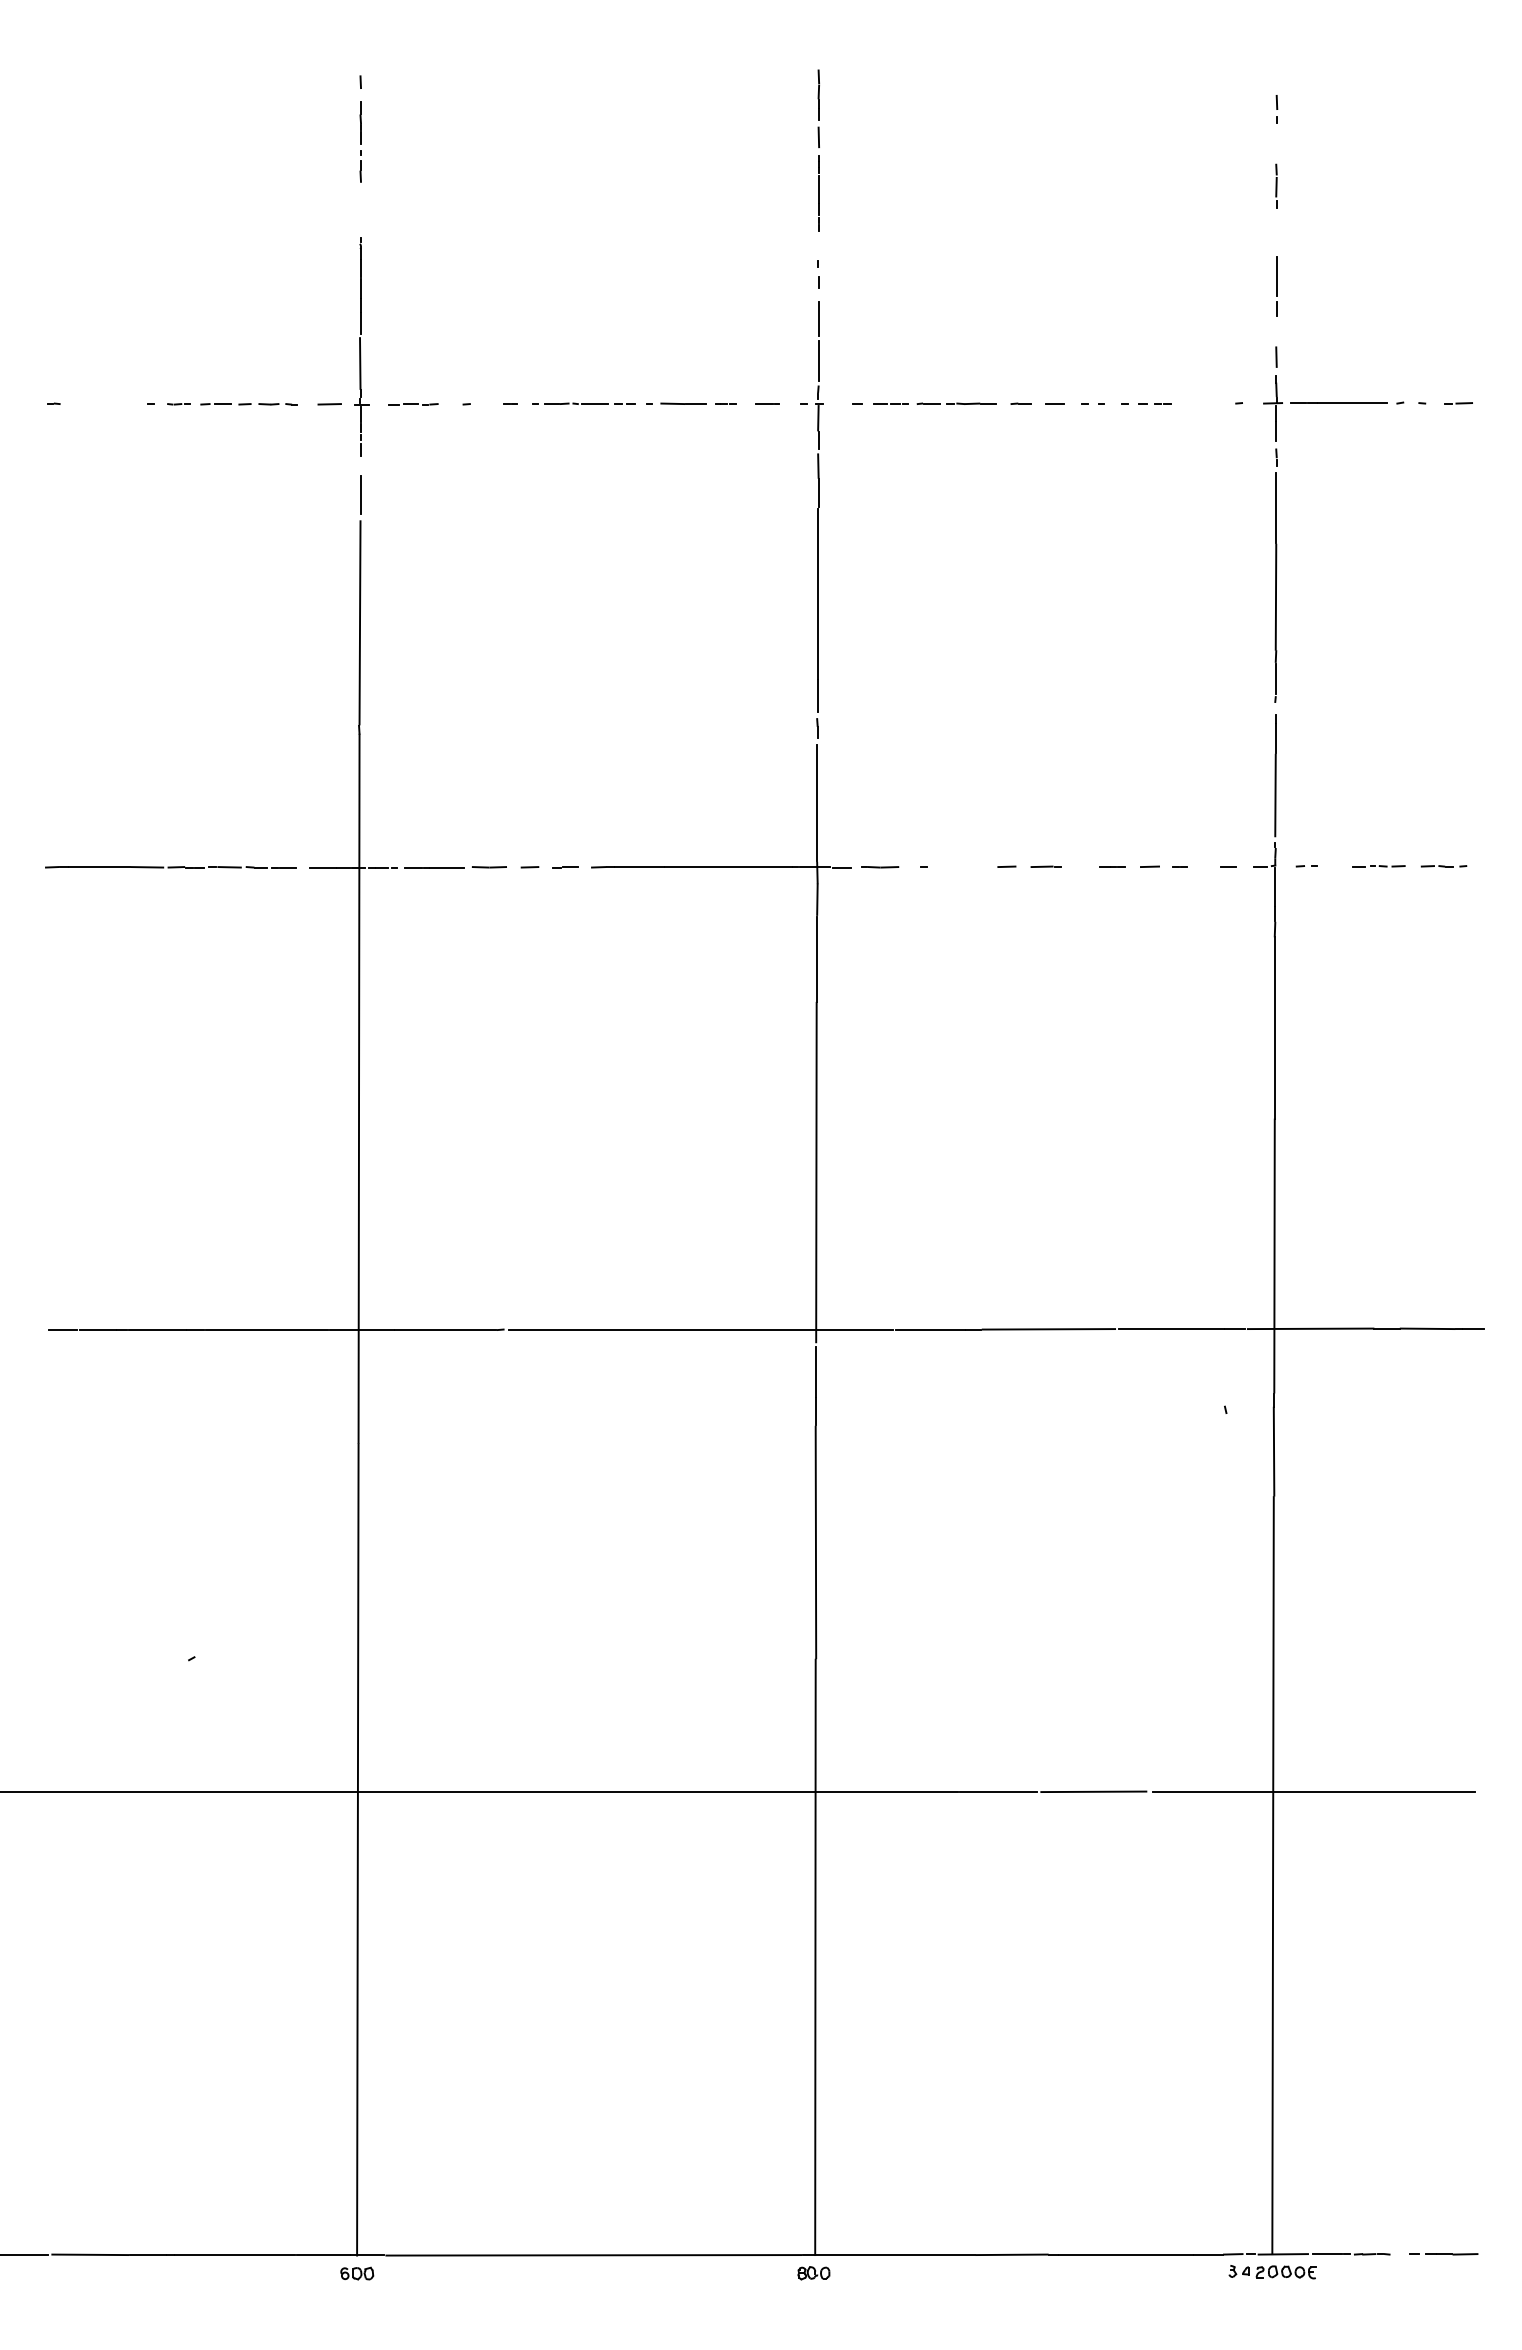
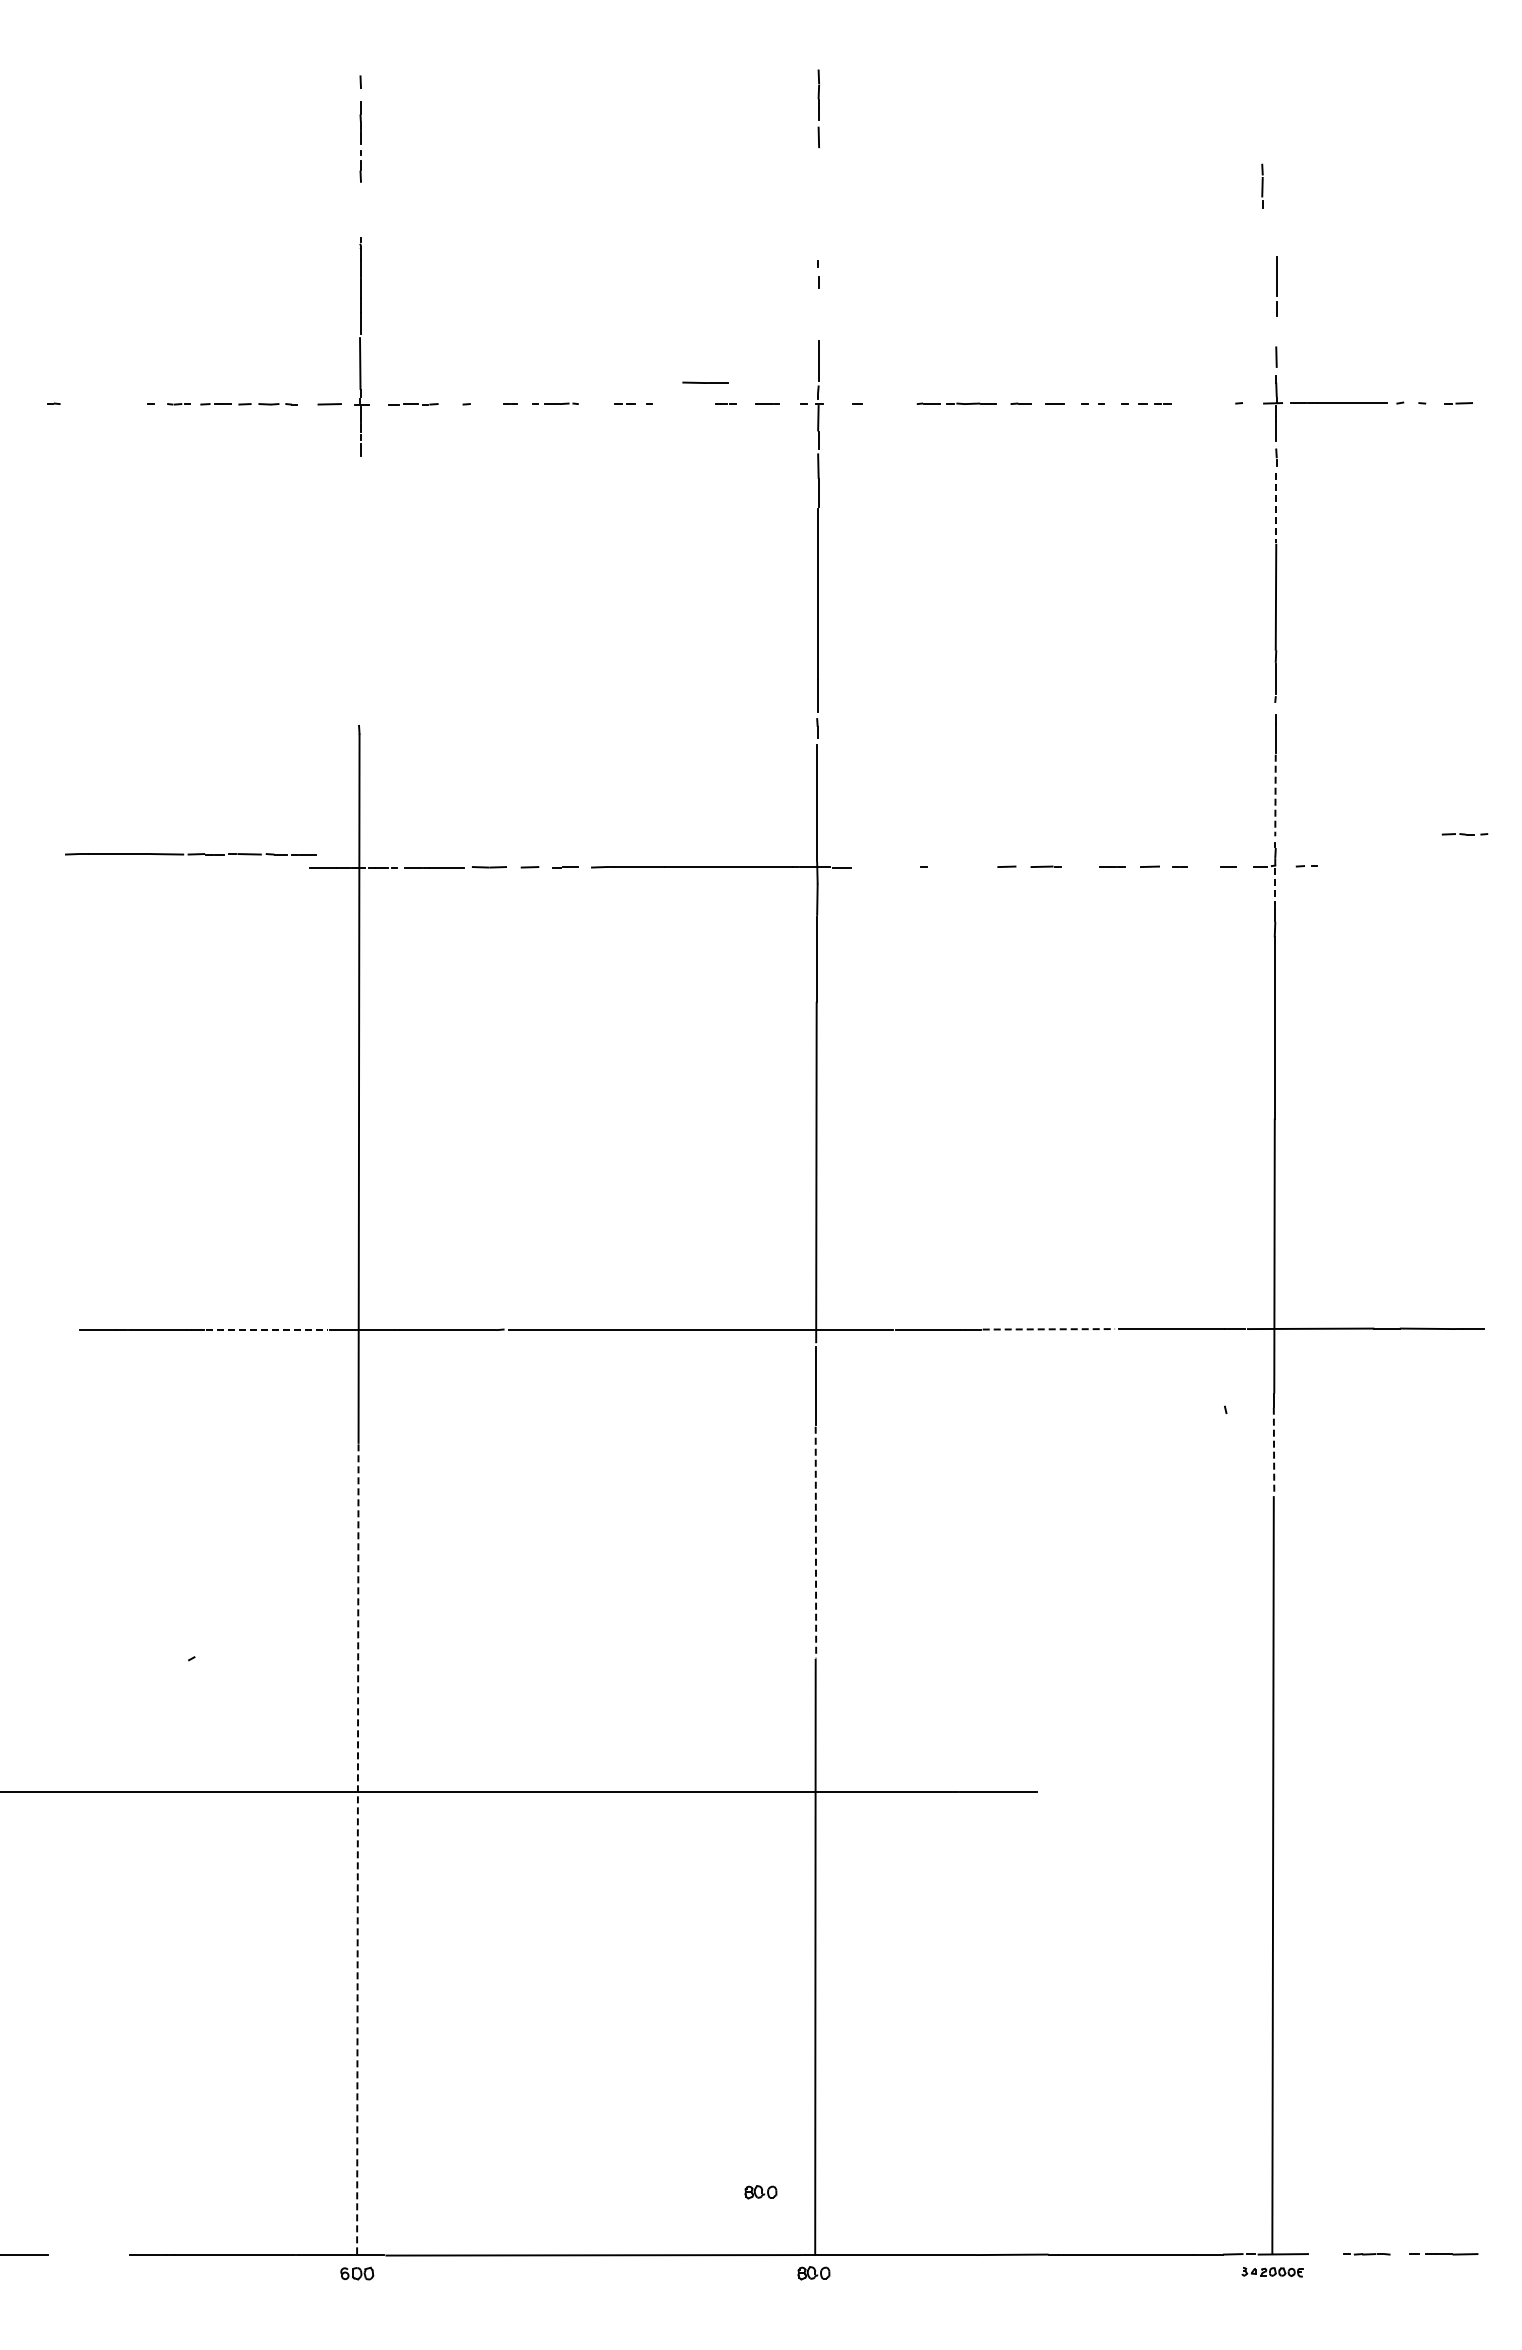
part at (1276, 109): present -> none
line at (1276, 185) position: (1276, 185) -> (1262, 185)
line at (818, 193): present -> none
line at (818, 319): present -> none
line at (683, 403) position: (683, 403) -> (705, 382)
line at (890, 403): present -> none
line at (594, 404): present -> none
line at (360, 495): present -> none
line at (1276, 507): solid -> dashed
line at (359, 622): present -> none
line at (1275, 795): solid -> dashed
part at (1378, 866): present -> none
line at (1443, 866) position: (1443, 866) -> (1464, 834)
part at (170, 867) position: (170, 867) -> (190, 854)
line at (880, 867): present -> none
line at (1275, 887): solid -> dashed
line at (62, 1329): present -> none
line at (1049, 1329): solid -> dashed
line at (266, 1330): solid -> dashed
line at (1274, 1451): solid -> dashed
line at (815, 1542): solid -> dashed
line at (1093, 1791): present -> none
line at (1313, 1791): present -> none
line at (357, 1849): solid -> dashed
part at (760, 2192): none -> present
line at (90, 2254): present -> none
line at (1327, 2254): present -> none
part at (1272, 2272) size: 89x15 px -> 63x11 px
